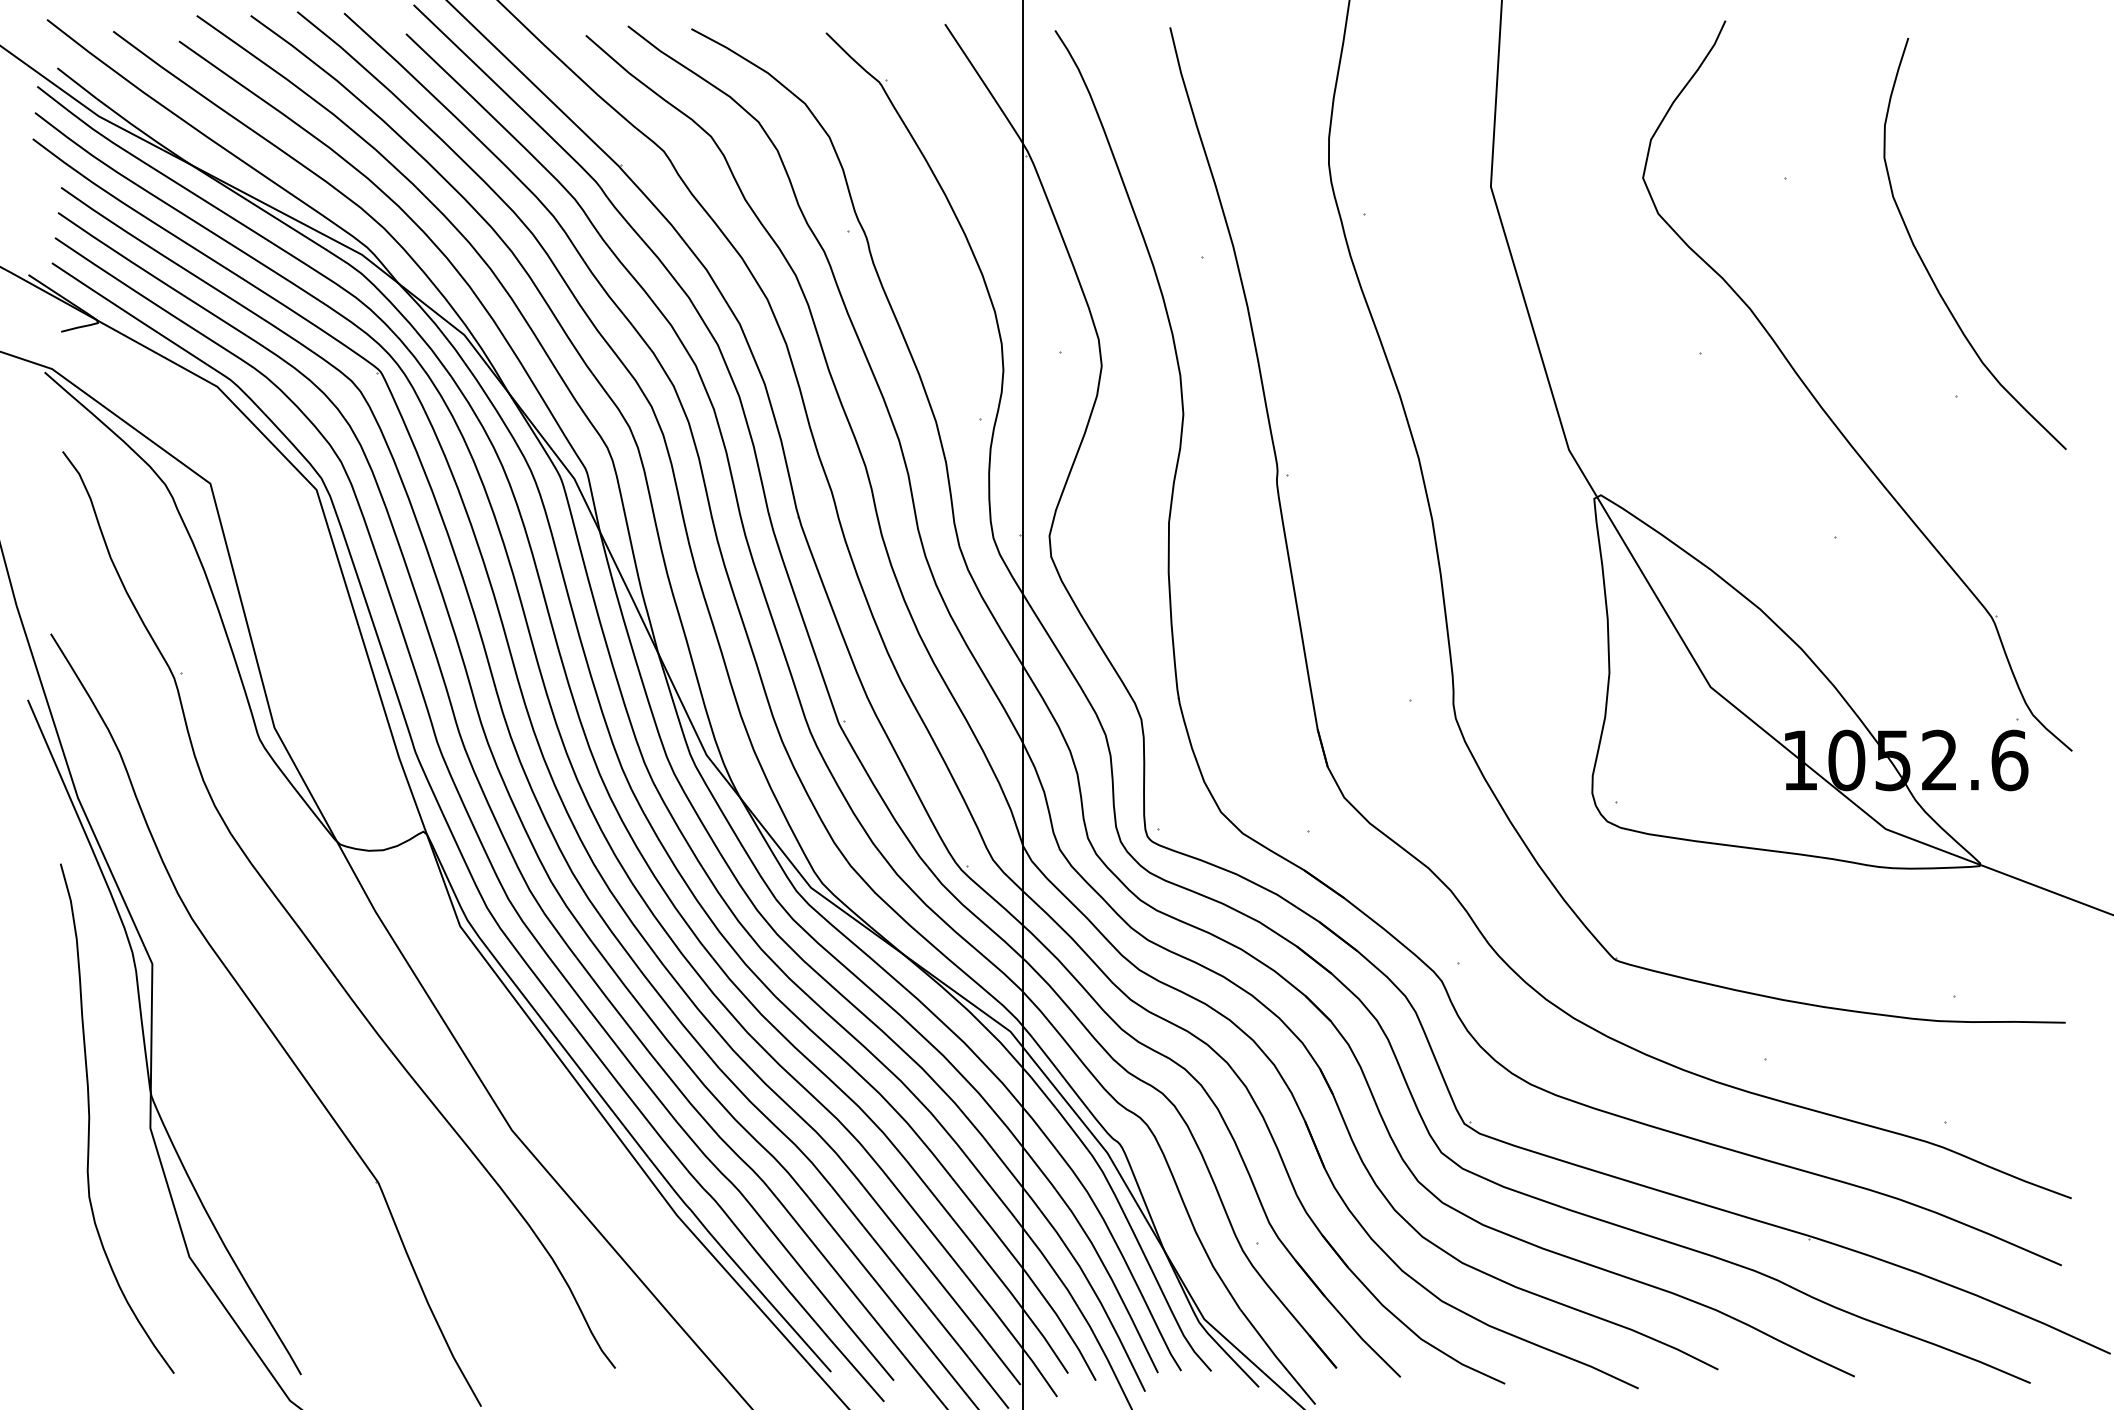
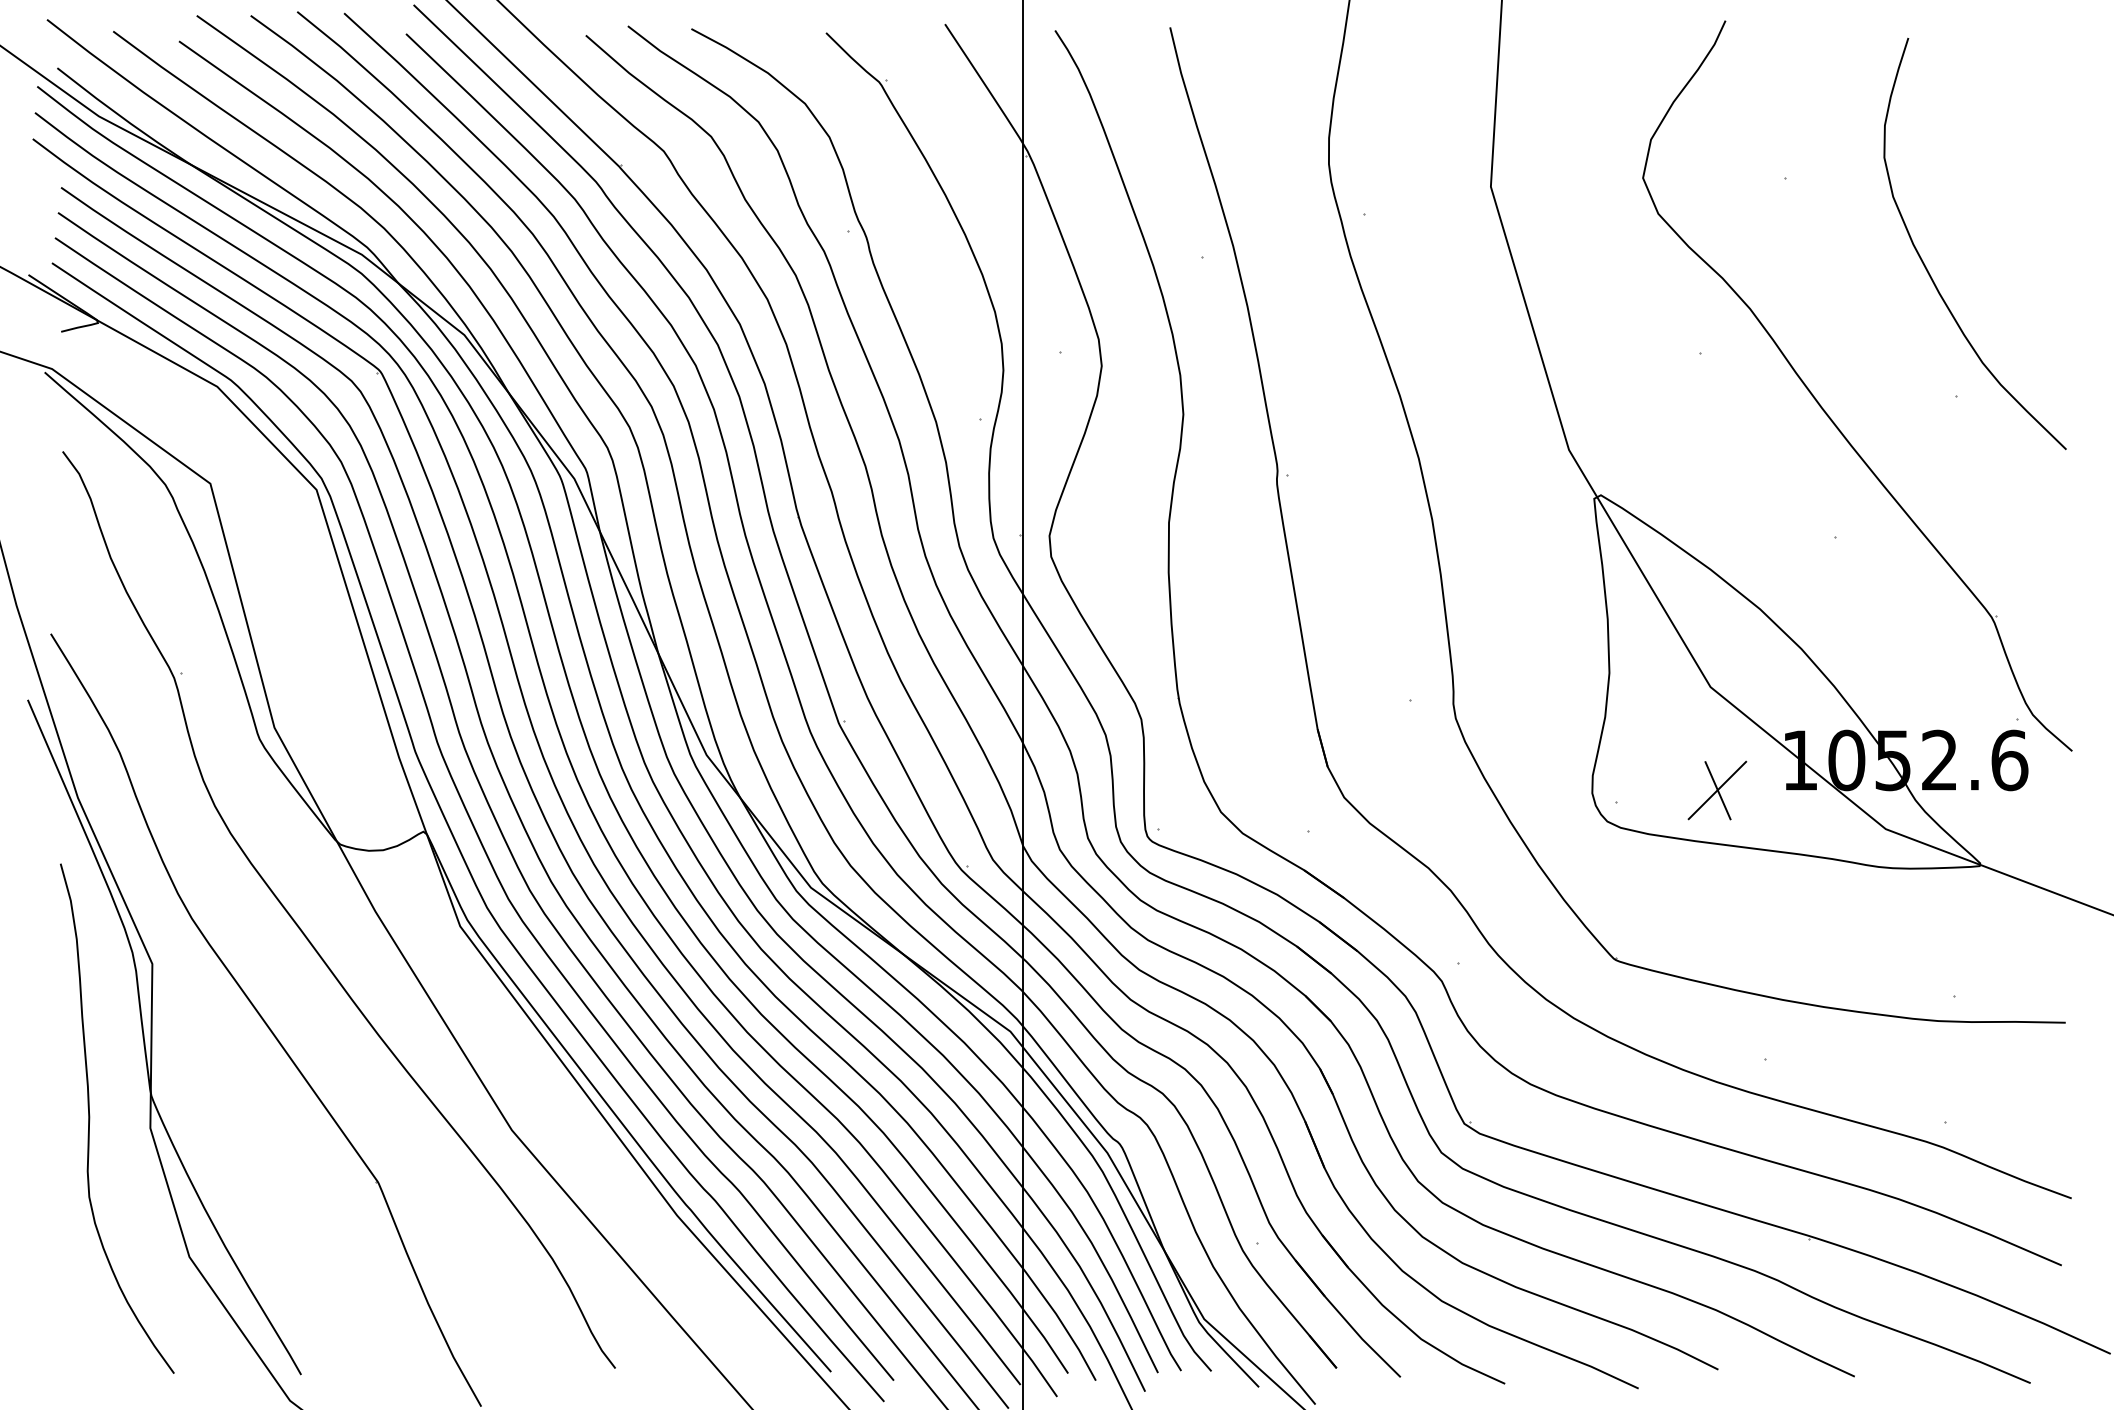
part at (1717, 790): none -> present
